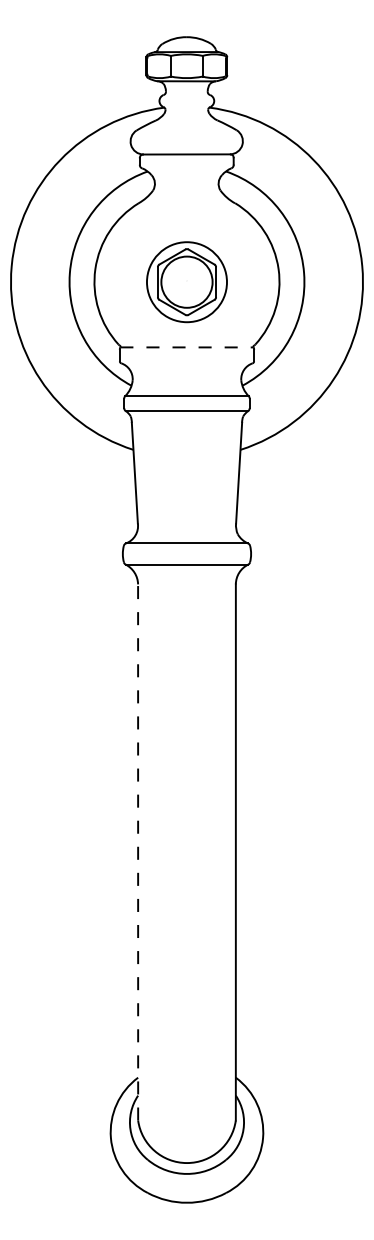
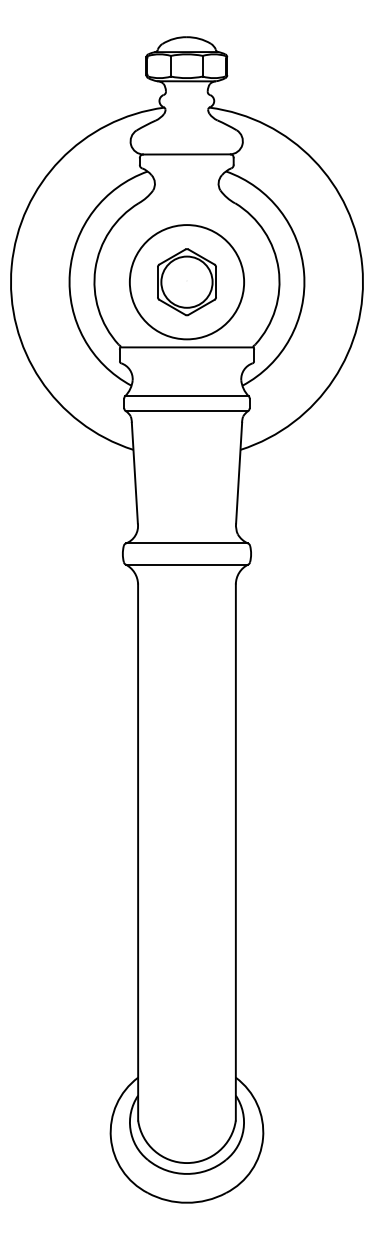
circle at (186, 282) diameter: 80 px -> 114 px
line at (187, 347): dashed -> solid
line at (138, 851): dashed -> solid
